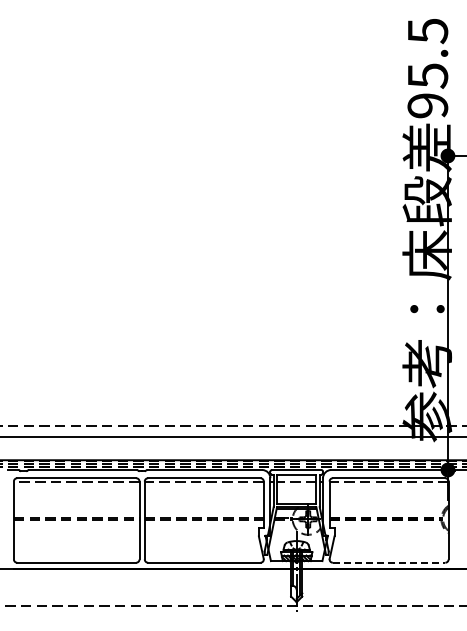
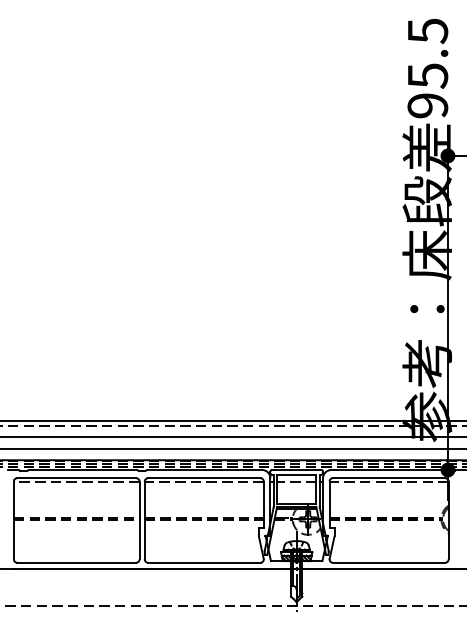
line at (232, 420): none -> present
line at (232, 448): none -> present
line at (389, 562): dashed -> solid
